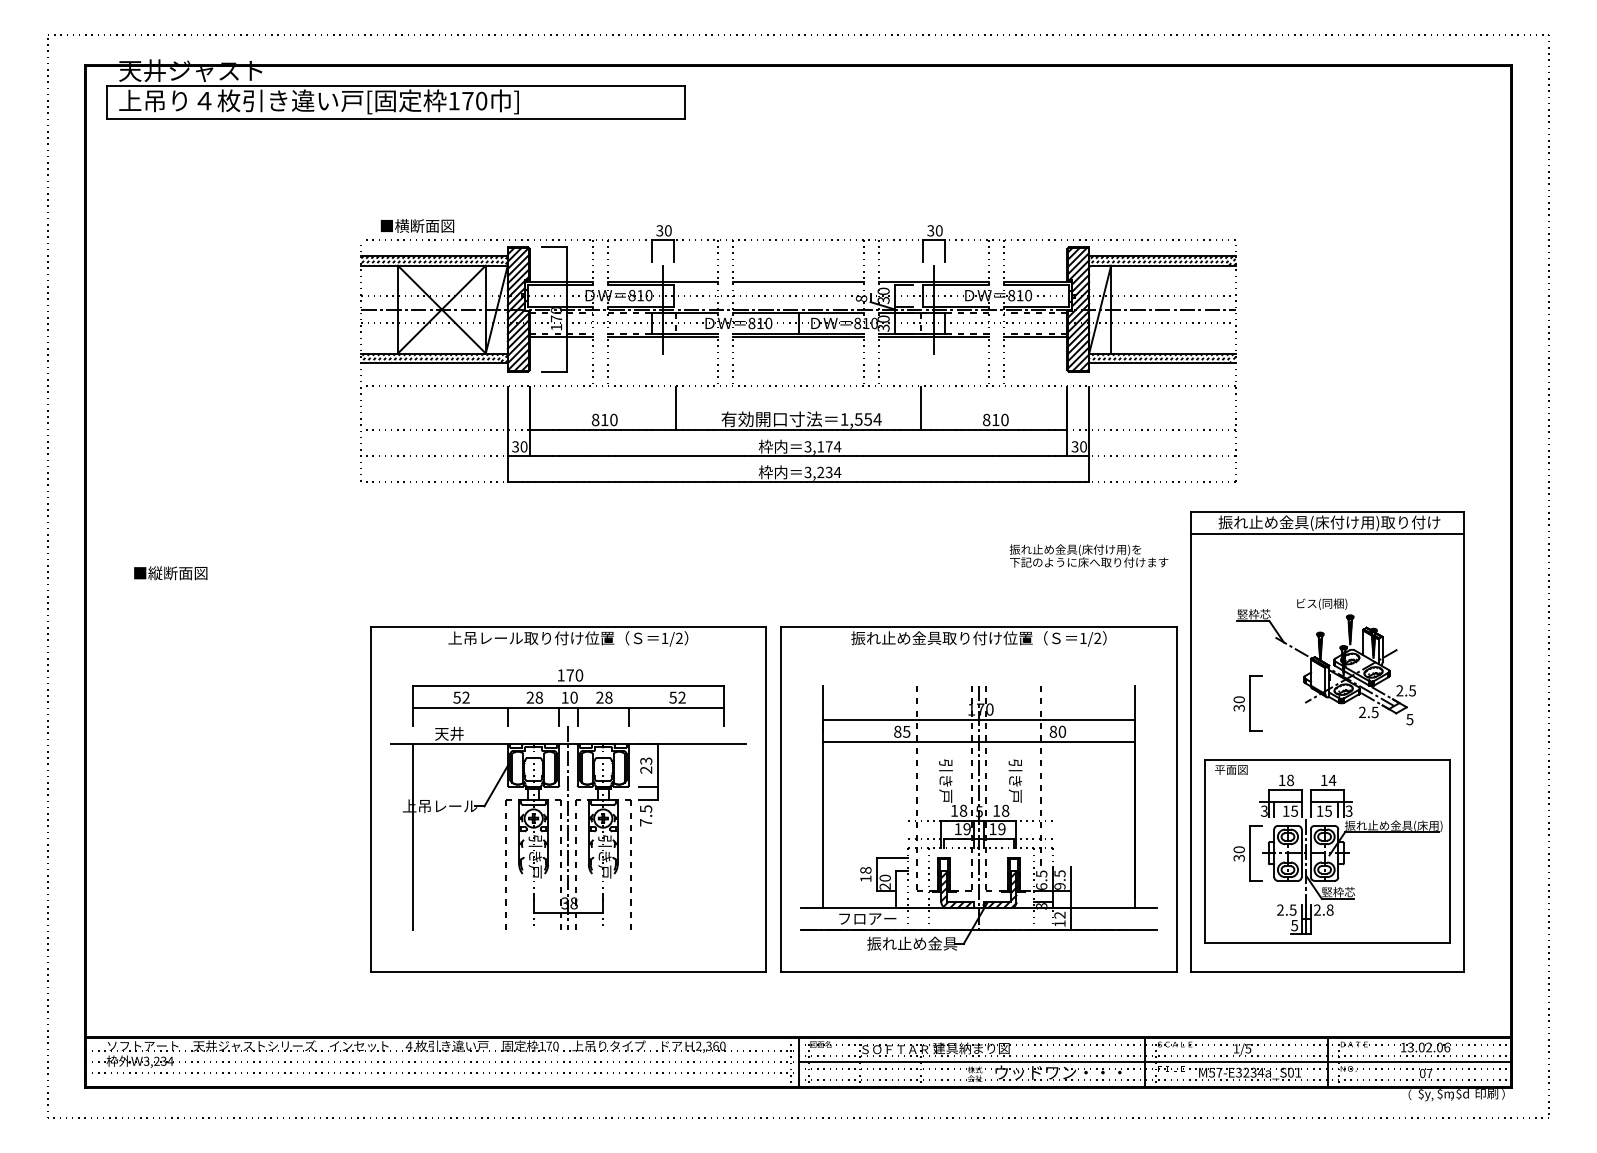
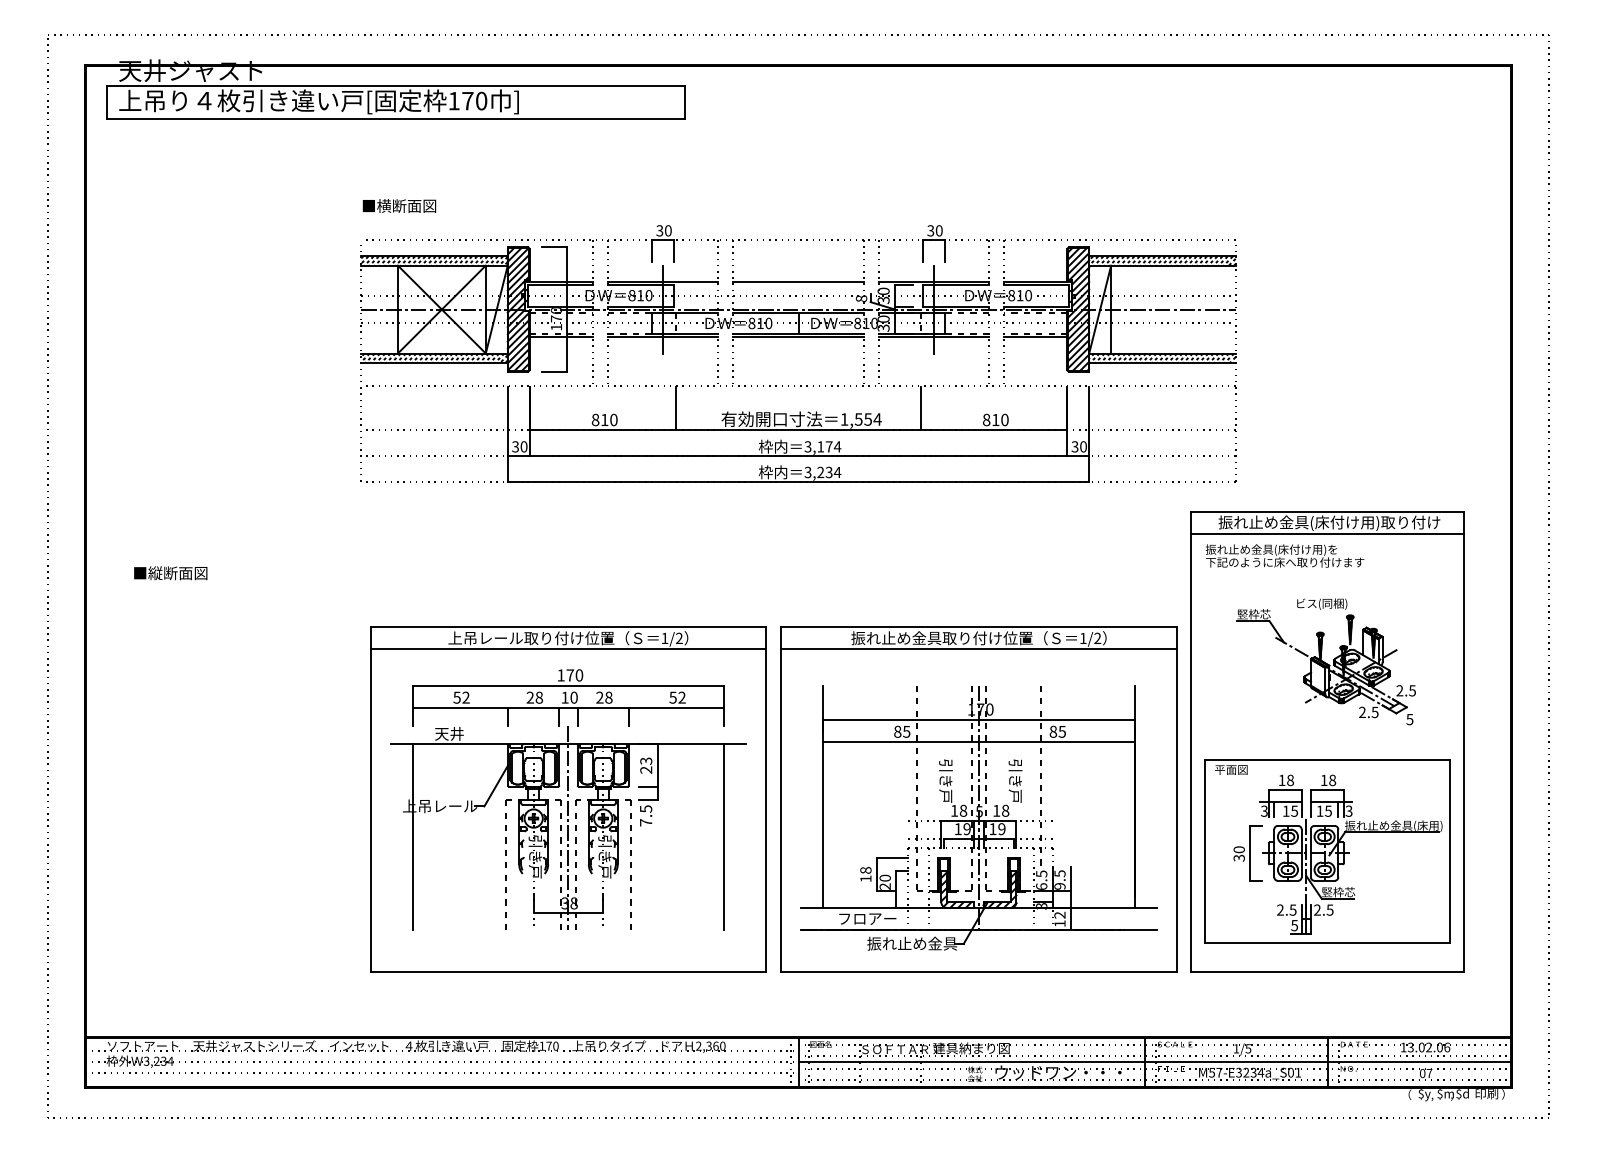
text at (417, 225) position: (417, 225) -> (399, 205)
text at (1088, 555) position: (1088, 555) -> (1284, 555)
line at (568, 649): none -> present
line at (978, 649): none -> present
part at (1247, 703): present -> none
text at (1062, 731): 80 -> 85
text at (1332, 780): 14 -> 18
line at (724, 836): none -> present
text at (1329, 909): 2.8 -> 2.5
